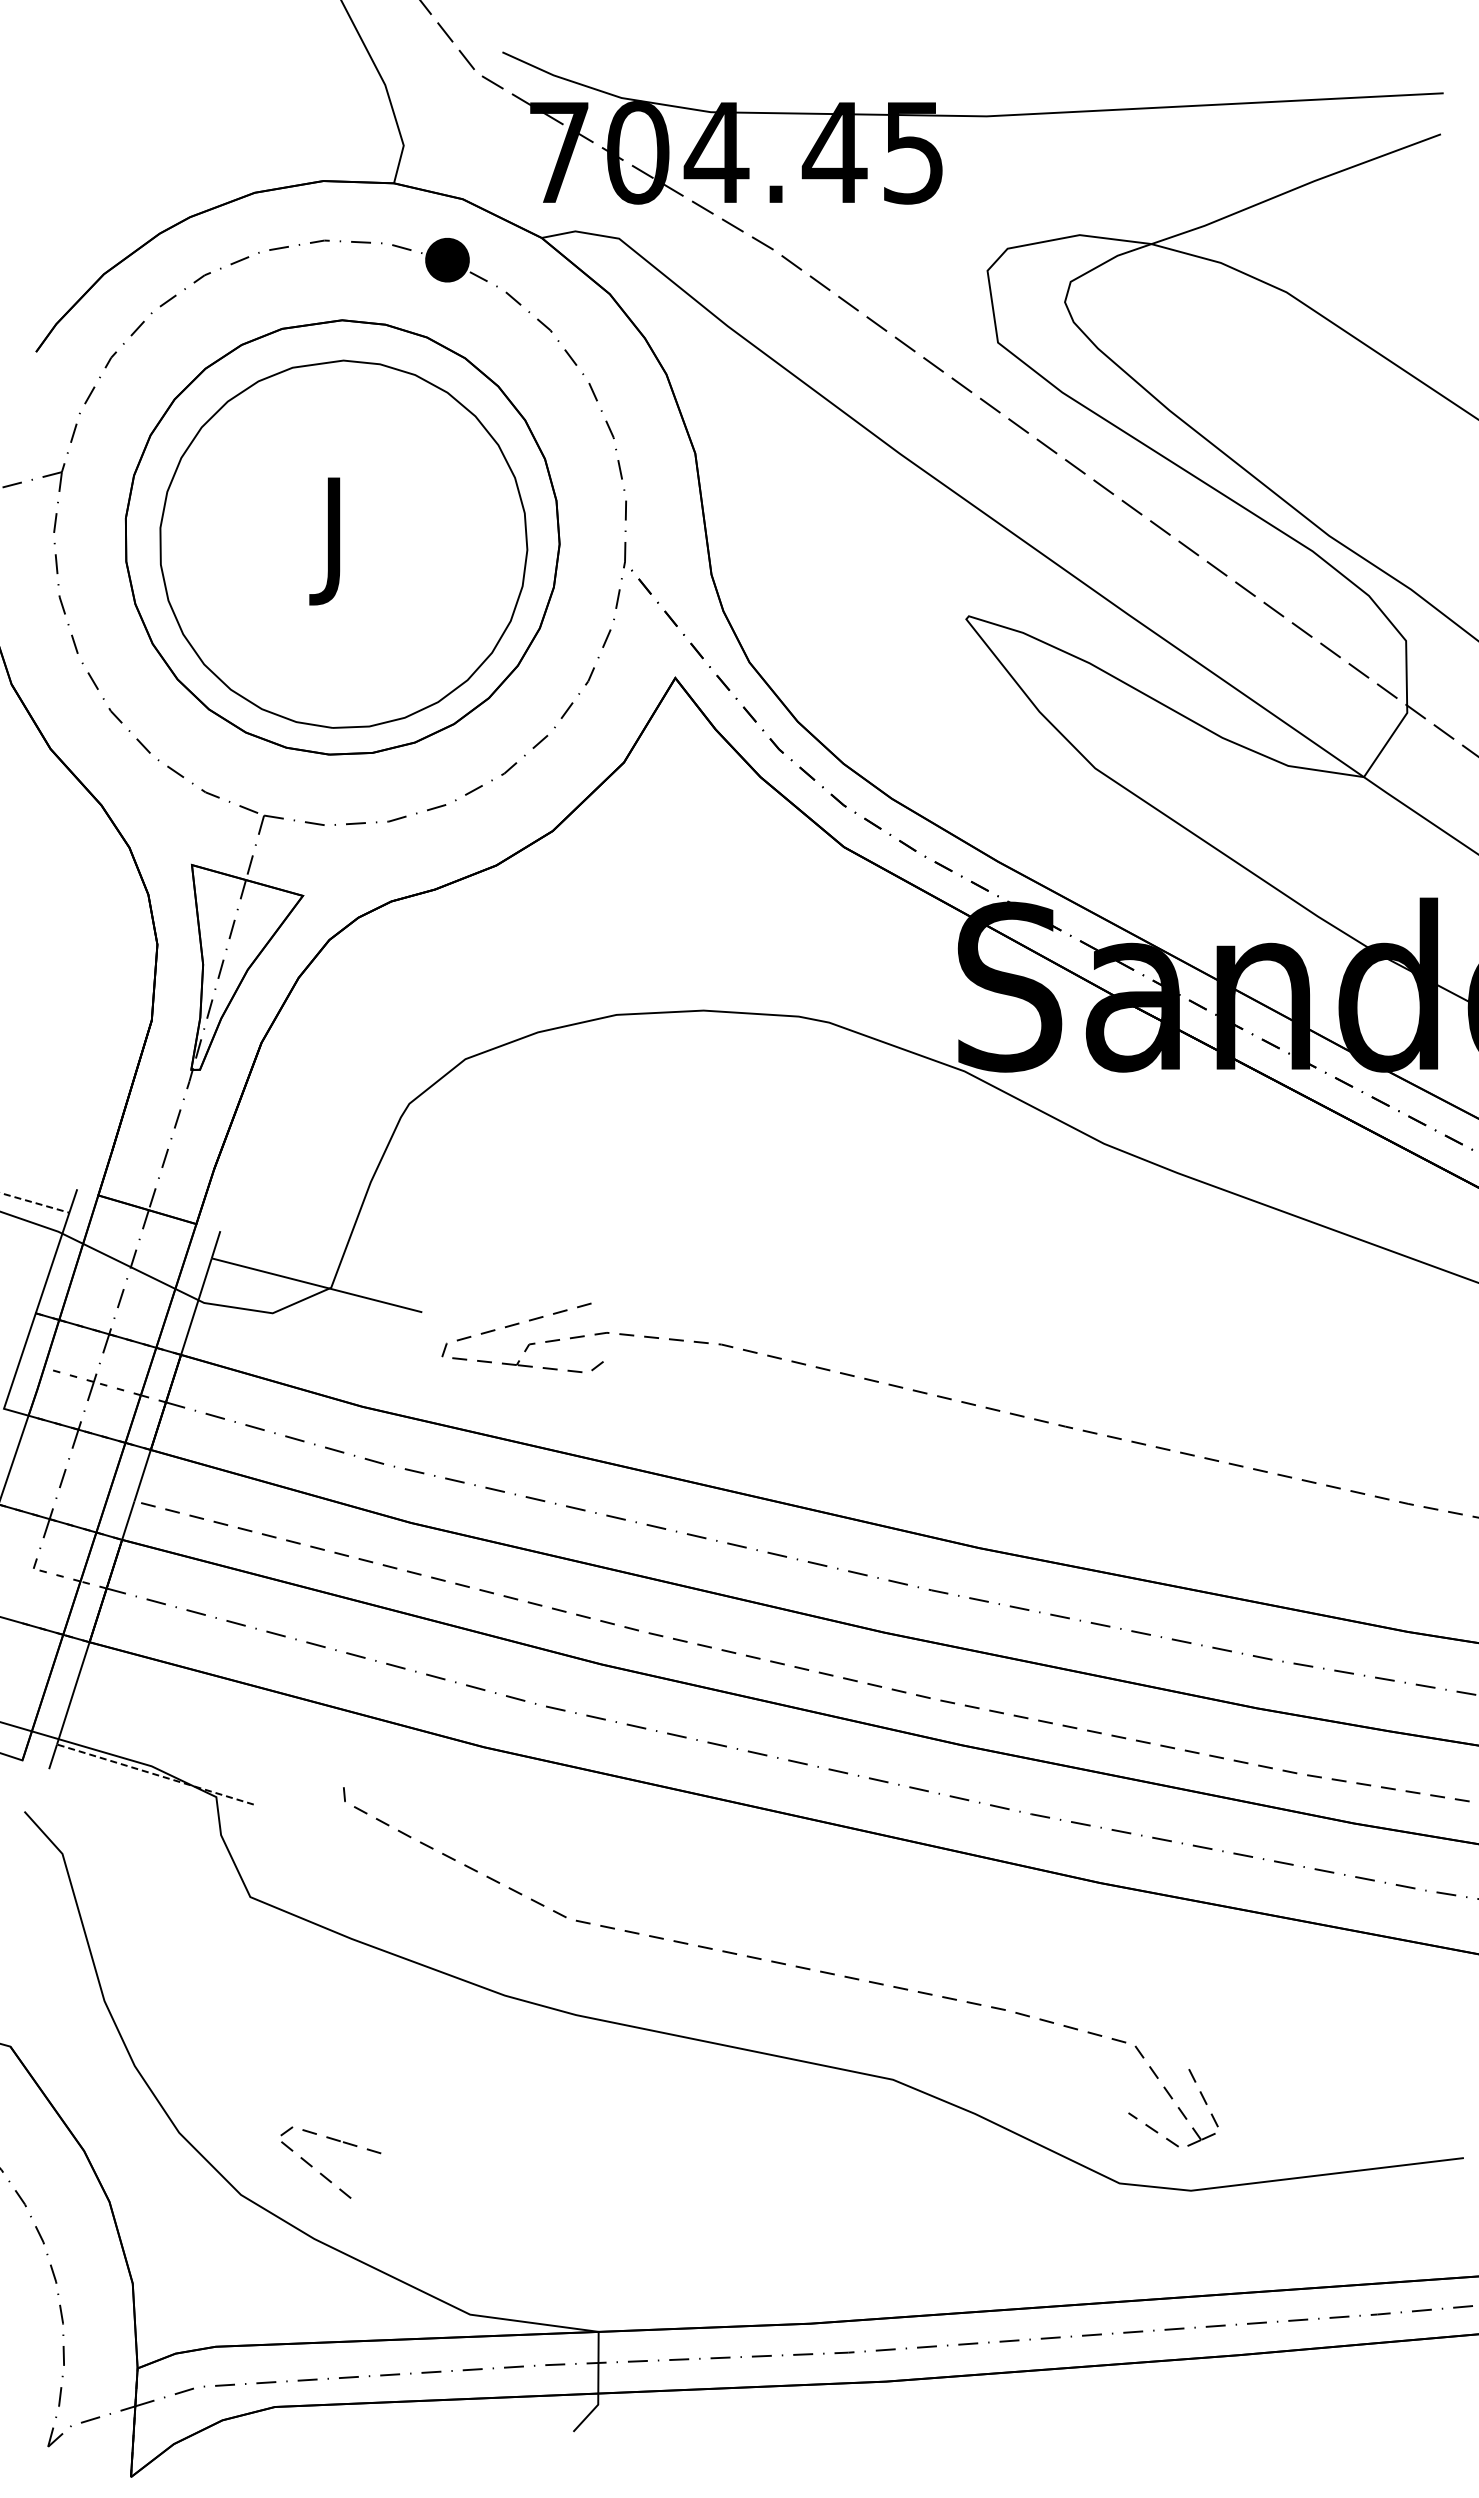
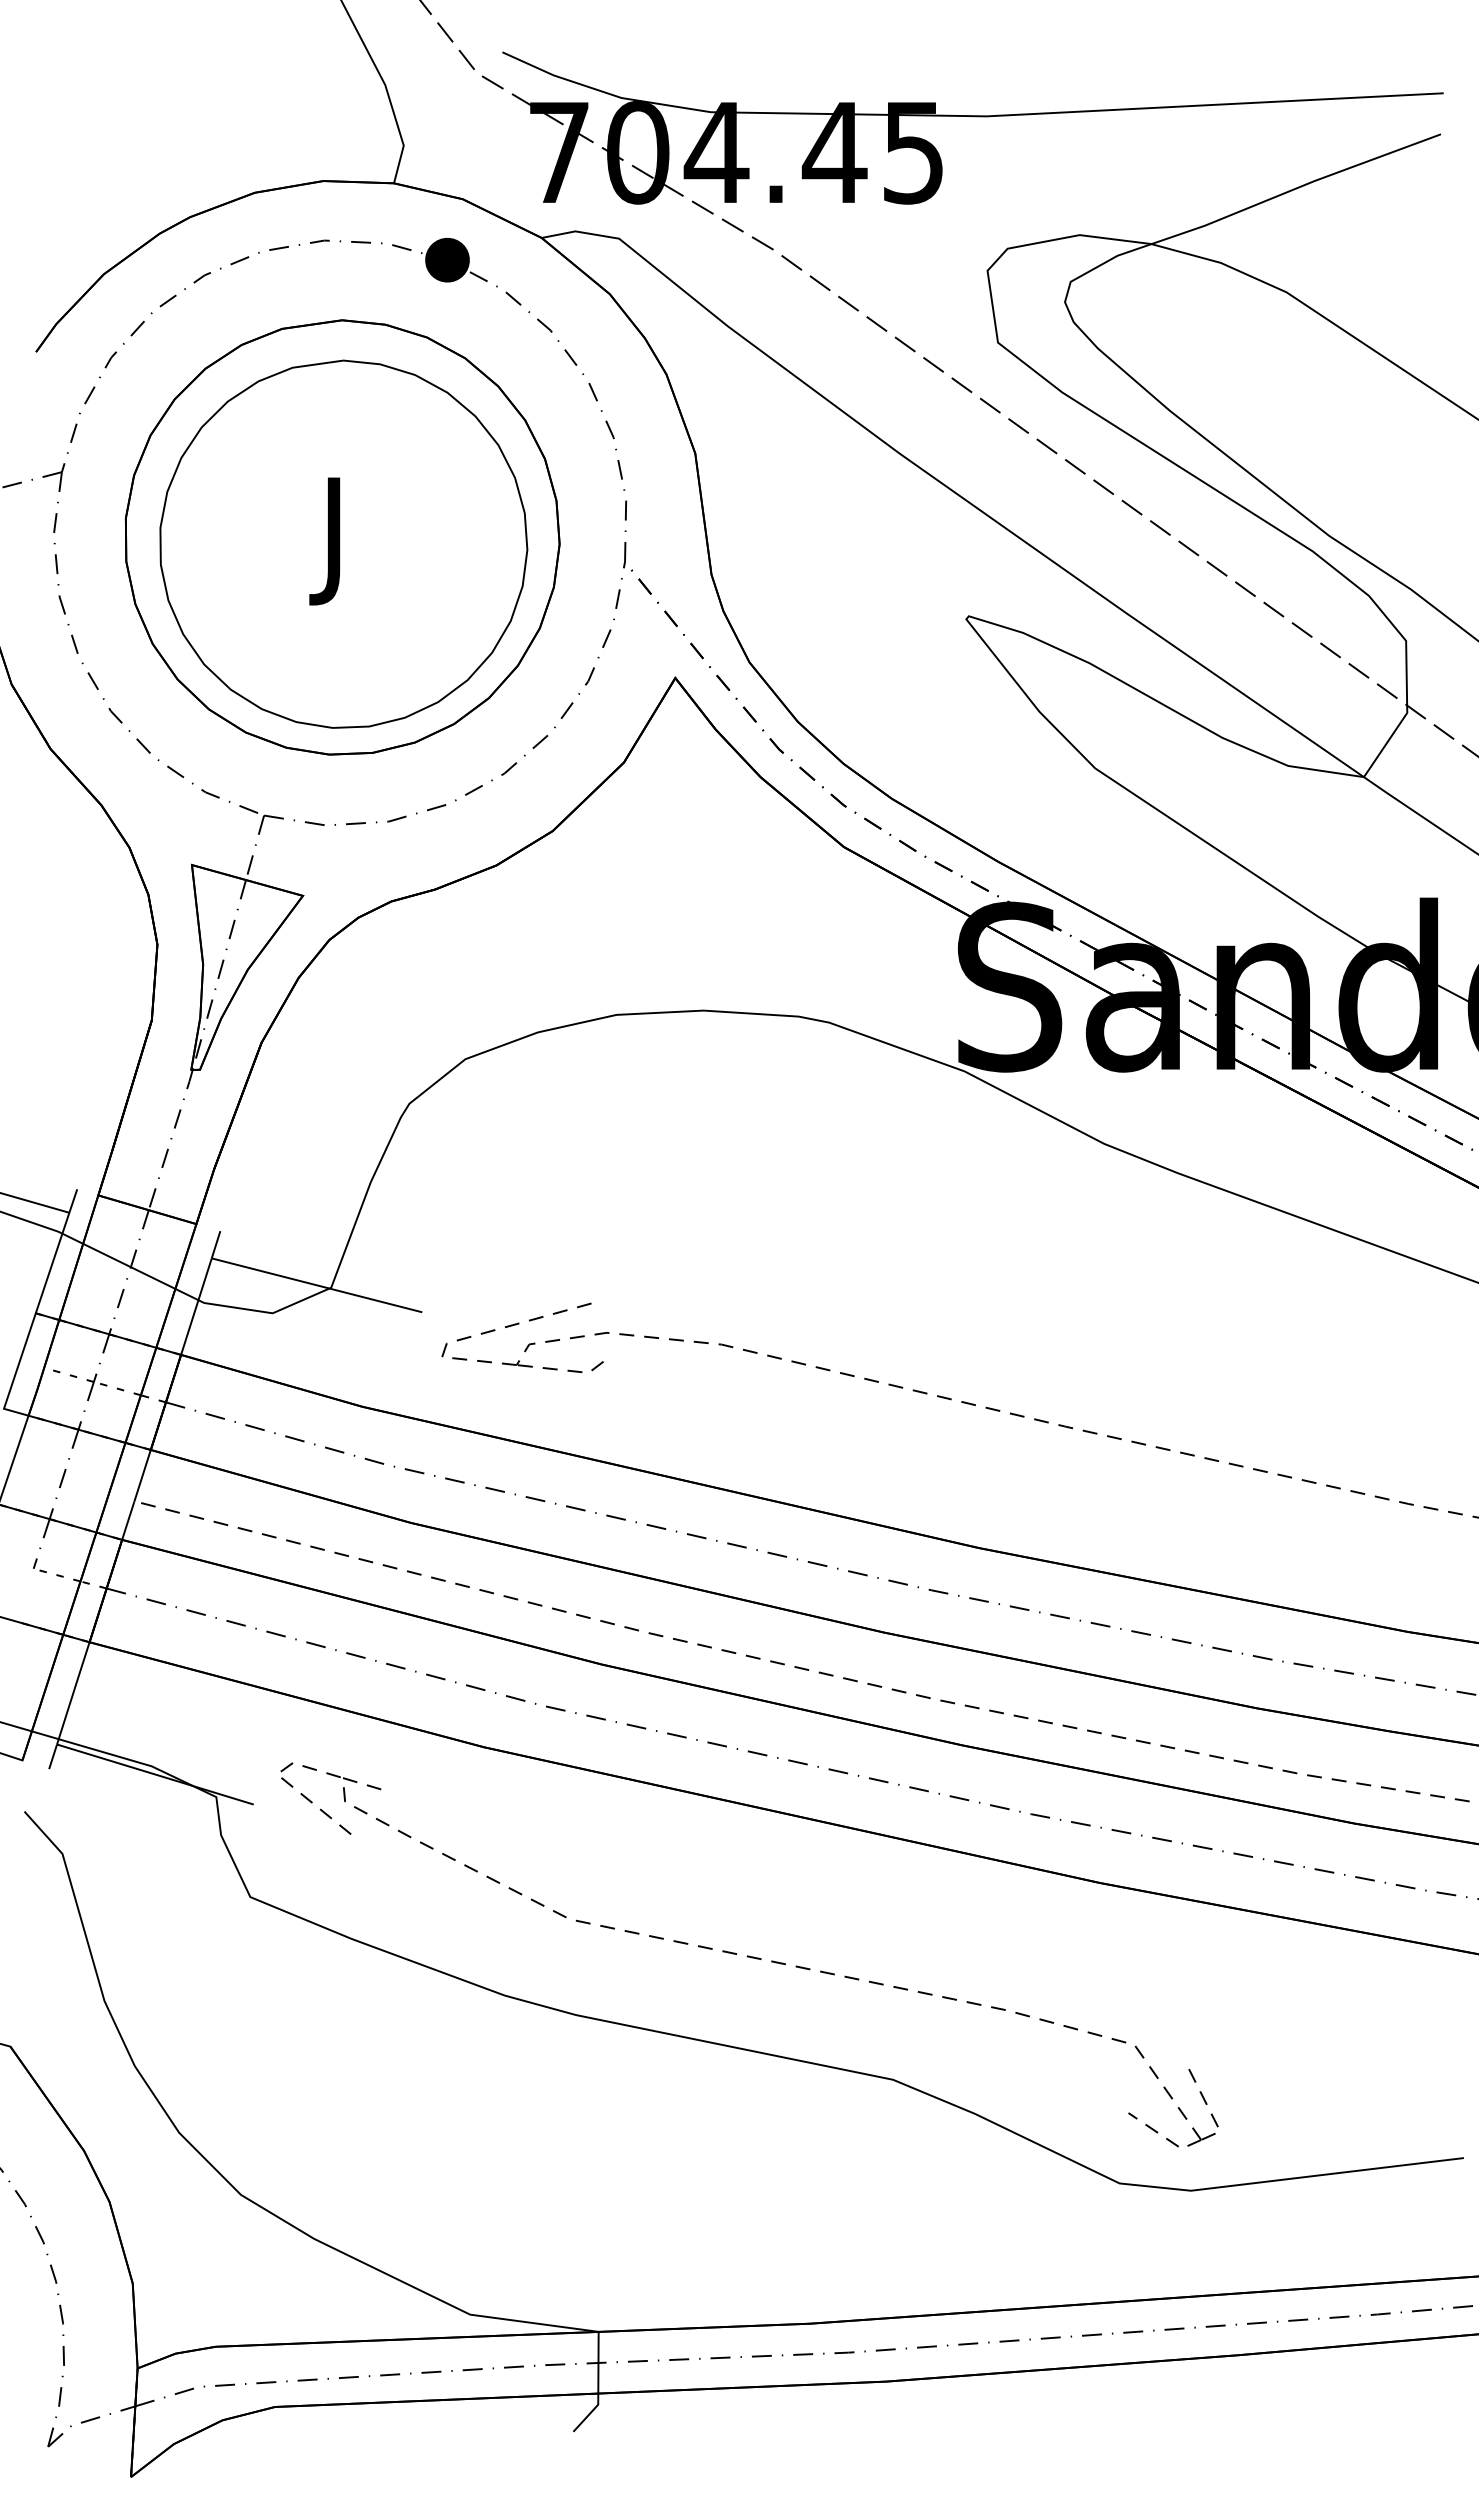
line at (34, 1202): dashed -> solid
line at (155, 1774): dashed -> solid
part at (322, 2173) position: (322, 2173) -> (322, 1809)
